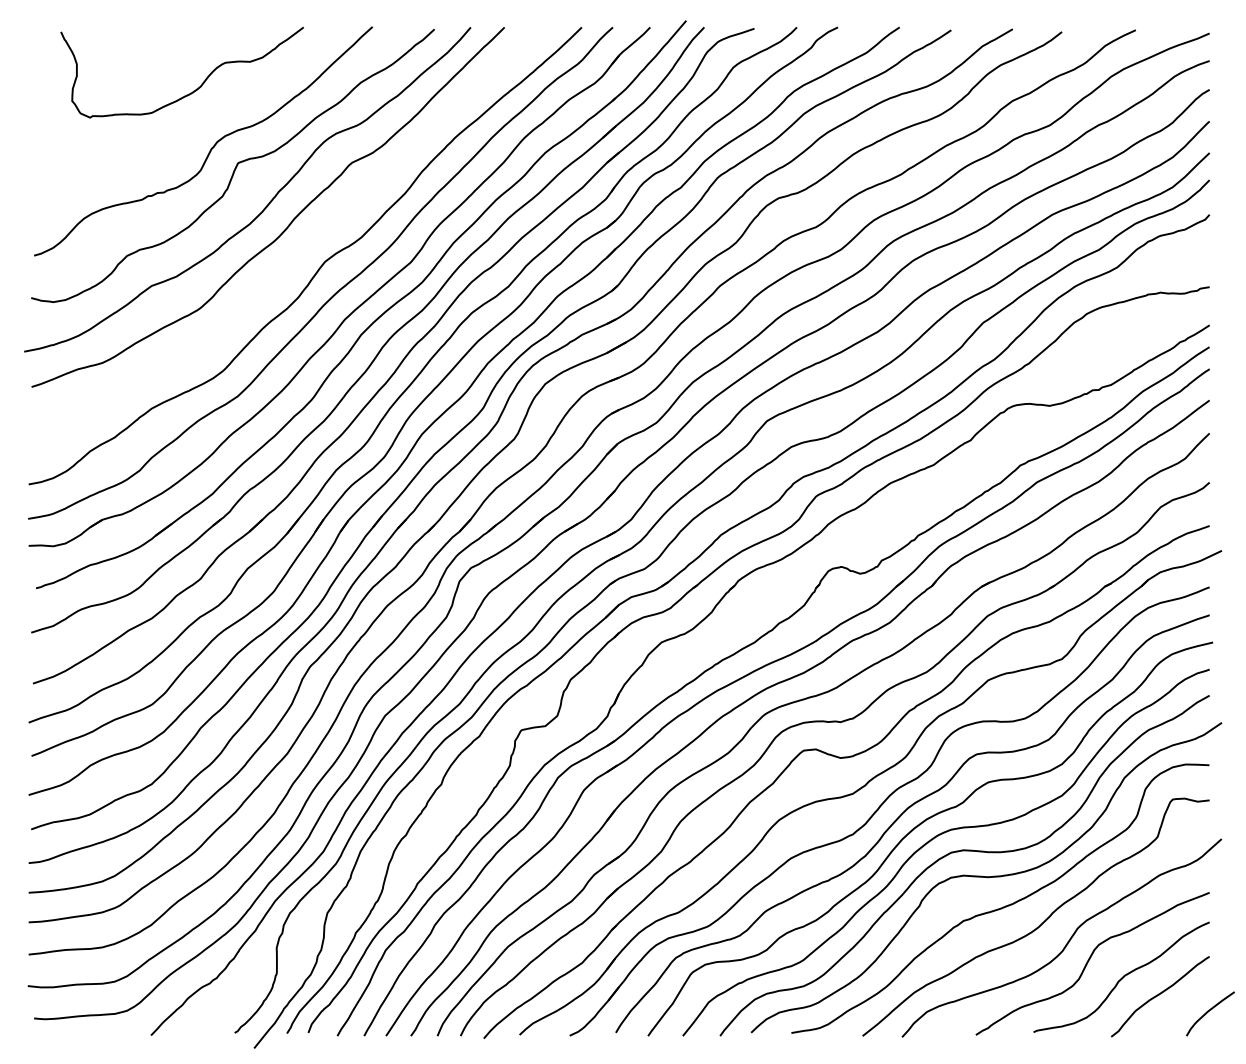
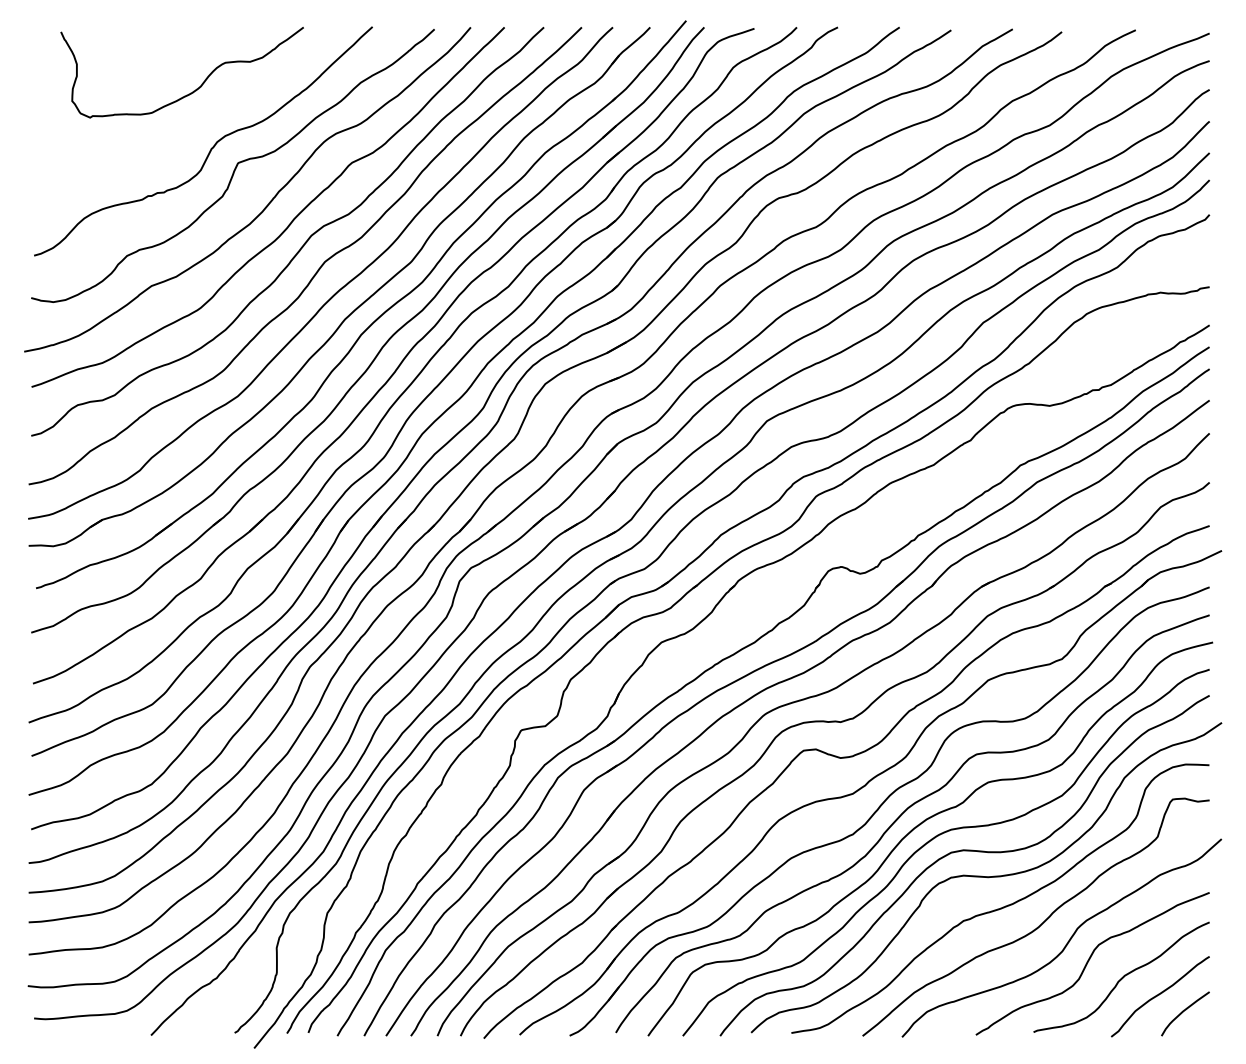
curve at (304, 242): none -> present
curve at (1209, 1011) position: (1209, 1011) -> (1184, 1011)
